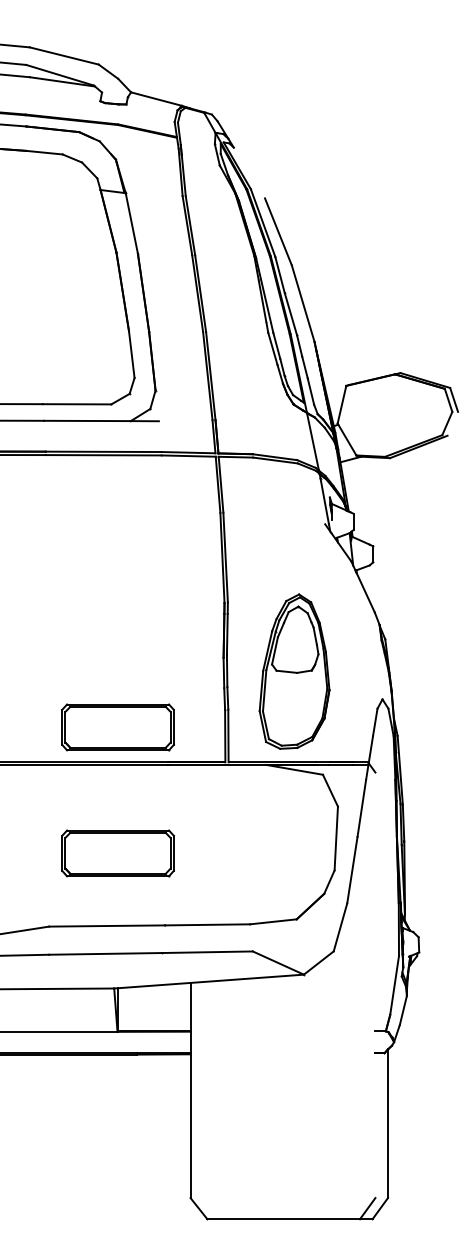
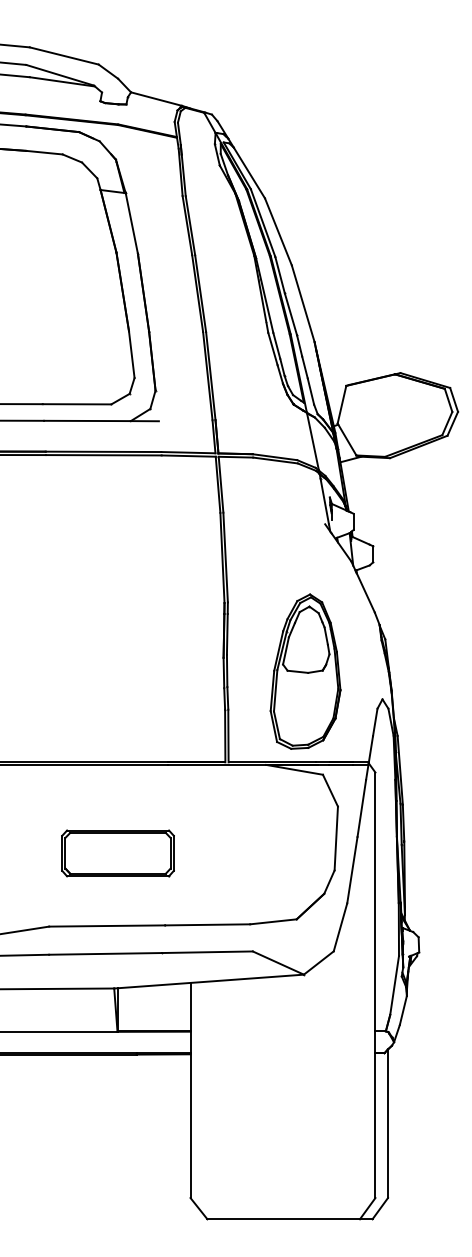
line at (249, 172): none -> present
line at (452, 423): none -> present
part at (294, 671) position: (294, 671) -> (305, 671)
part at (117, 727): present -> none
line at (375, 985): none -> present
